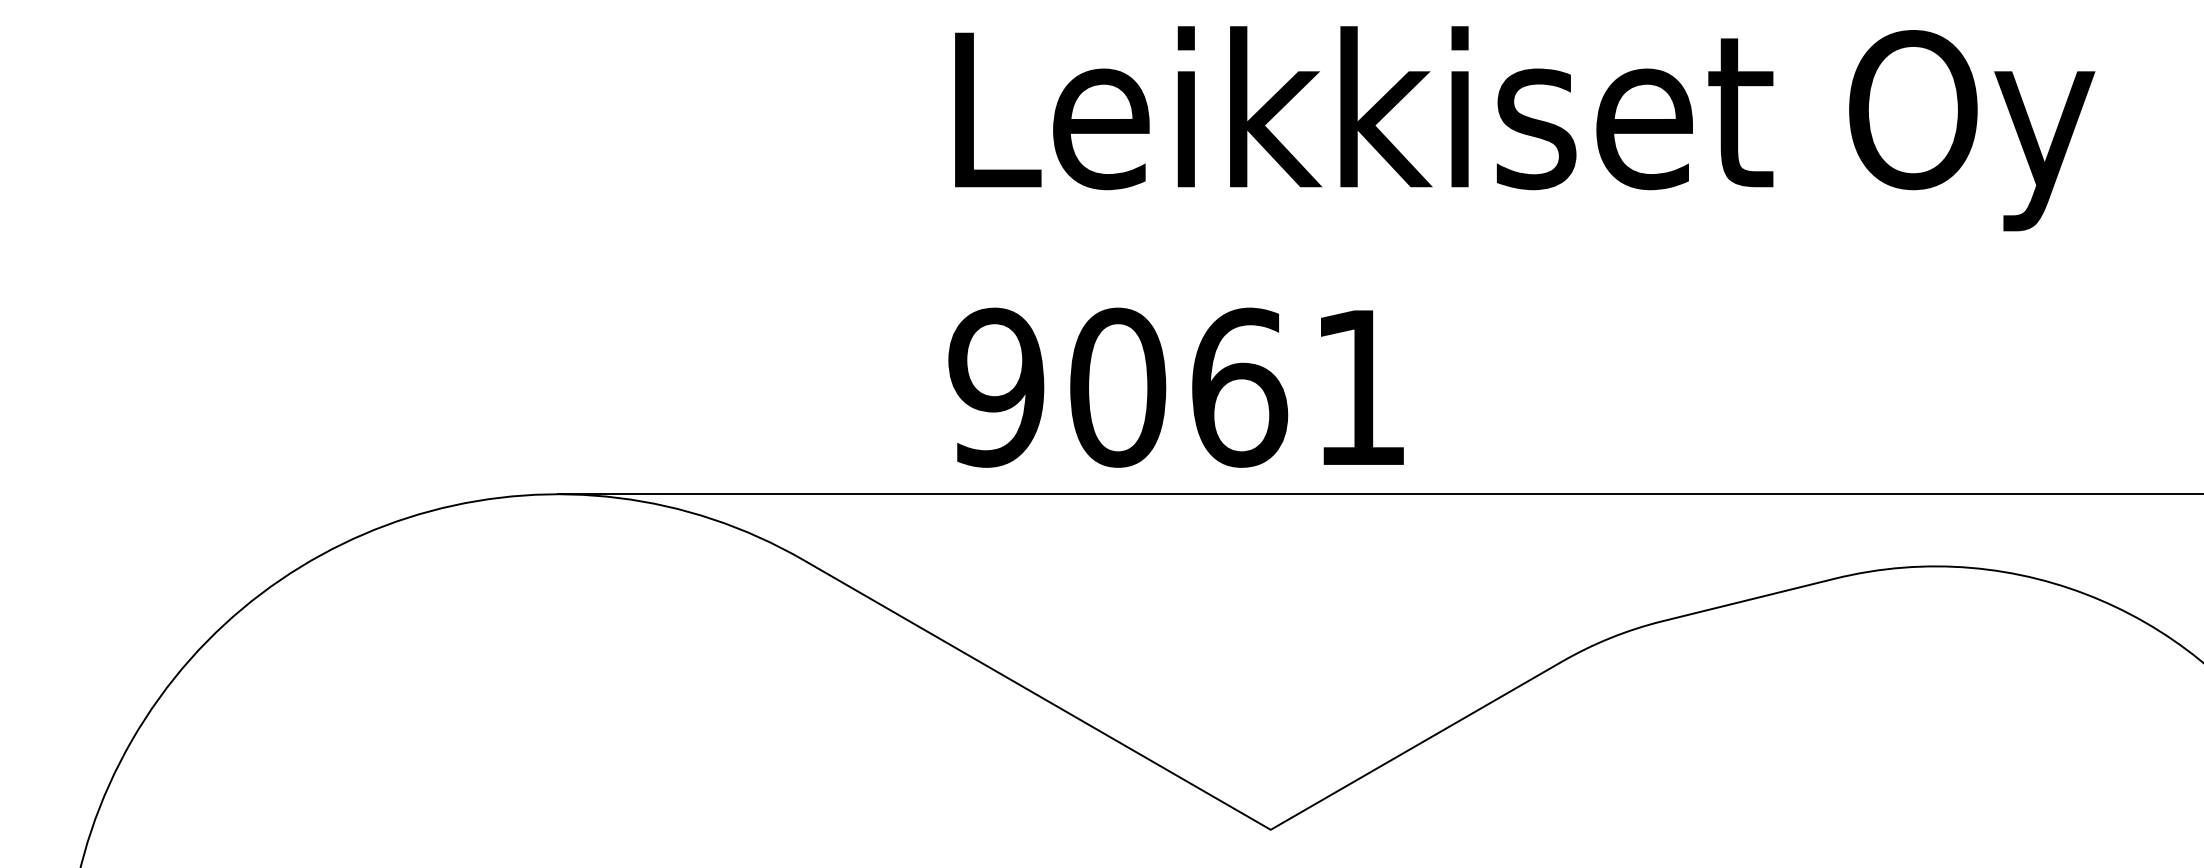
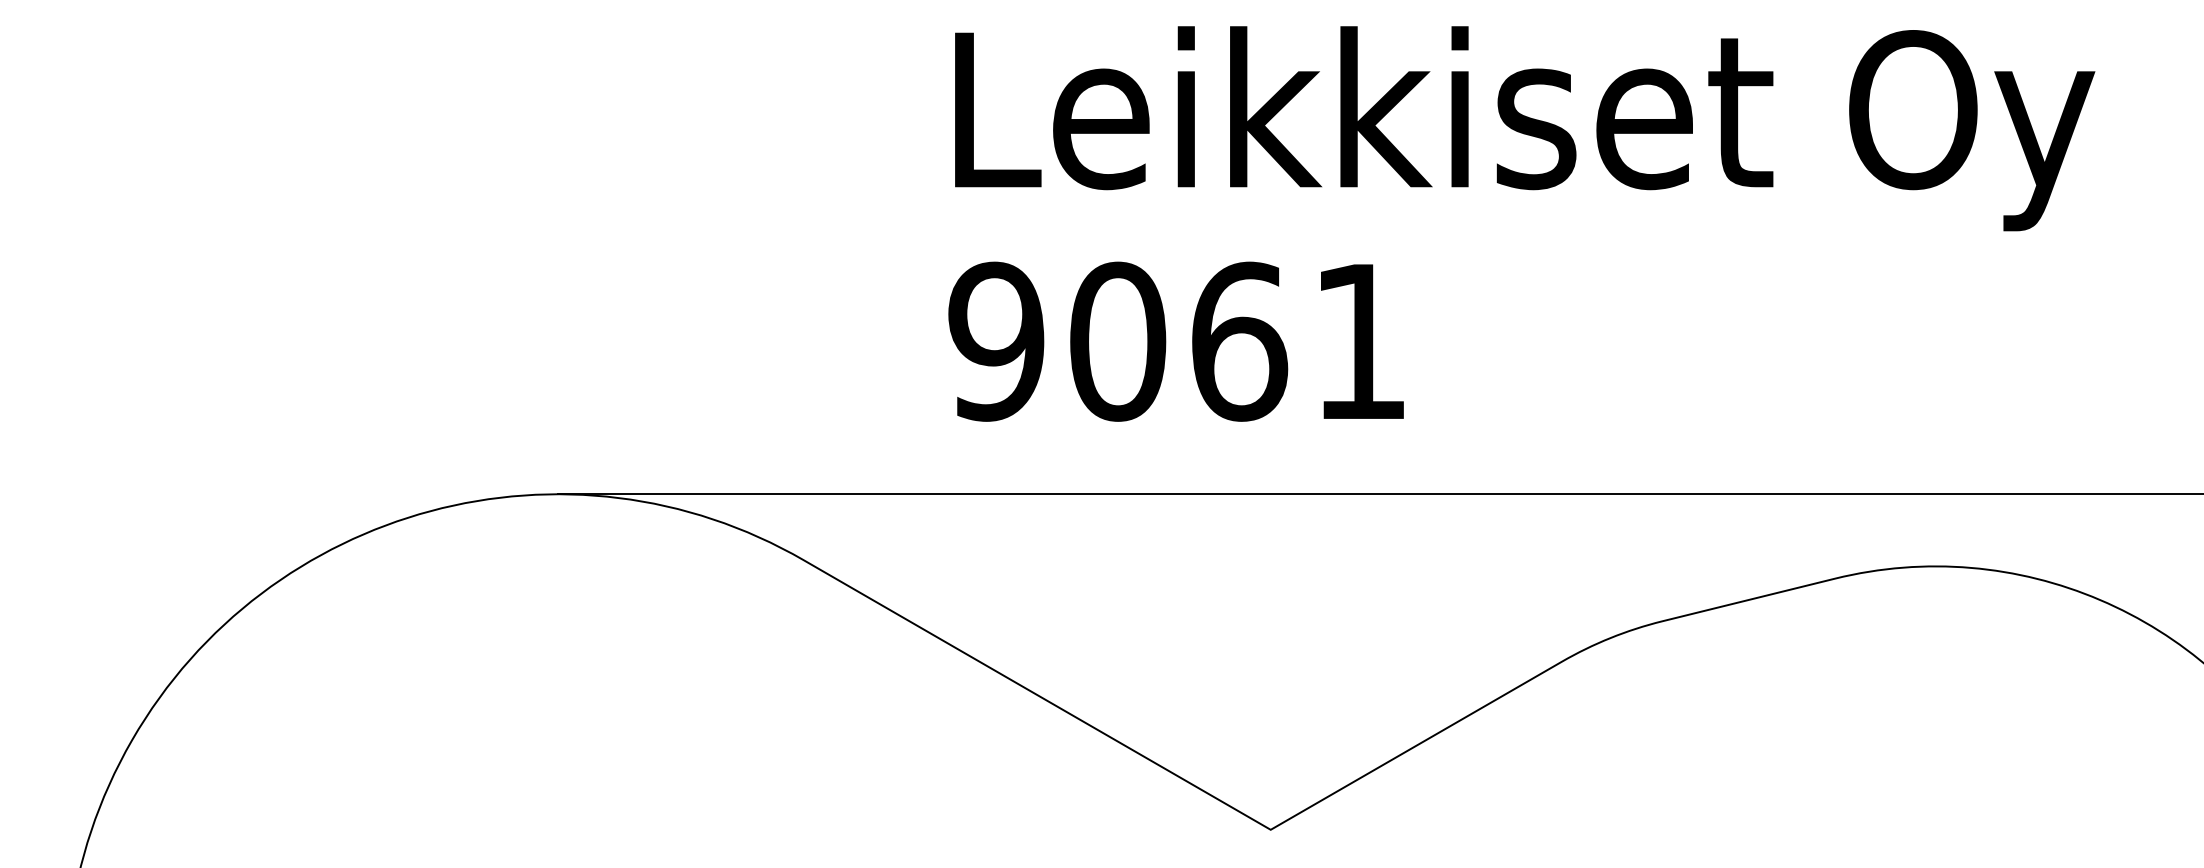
text at (1175, 387) position: (1175, 387) -> (1175, 341)
